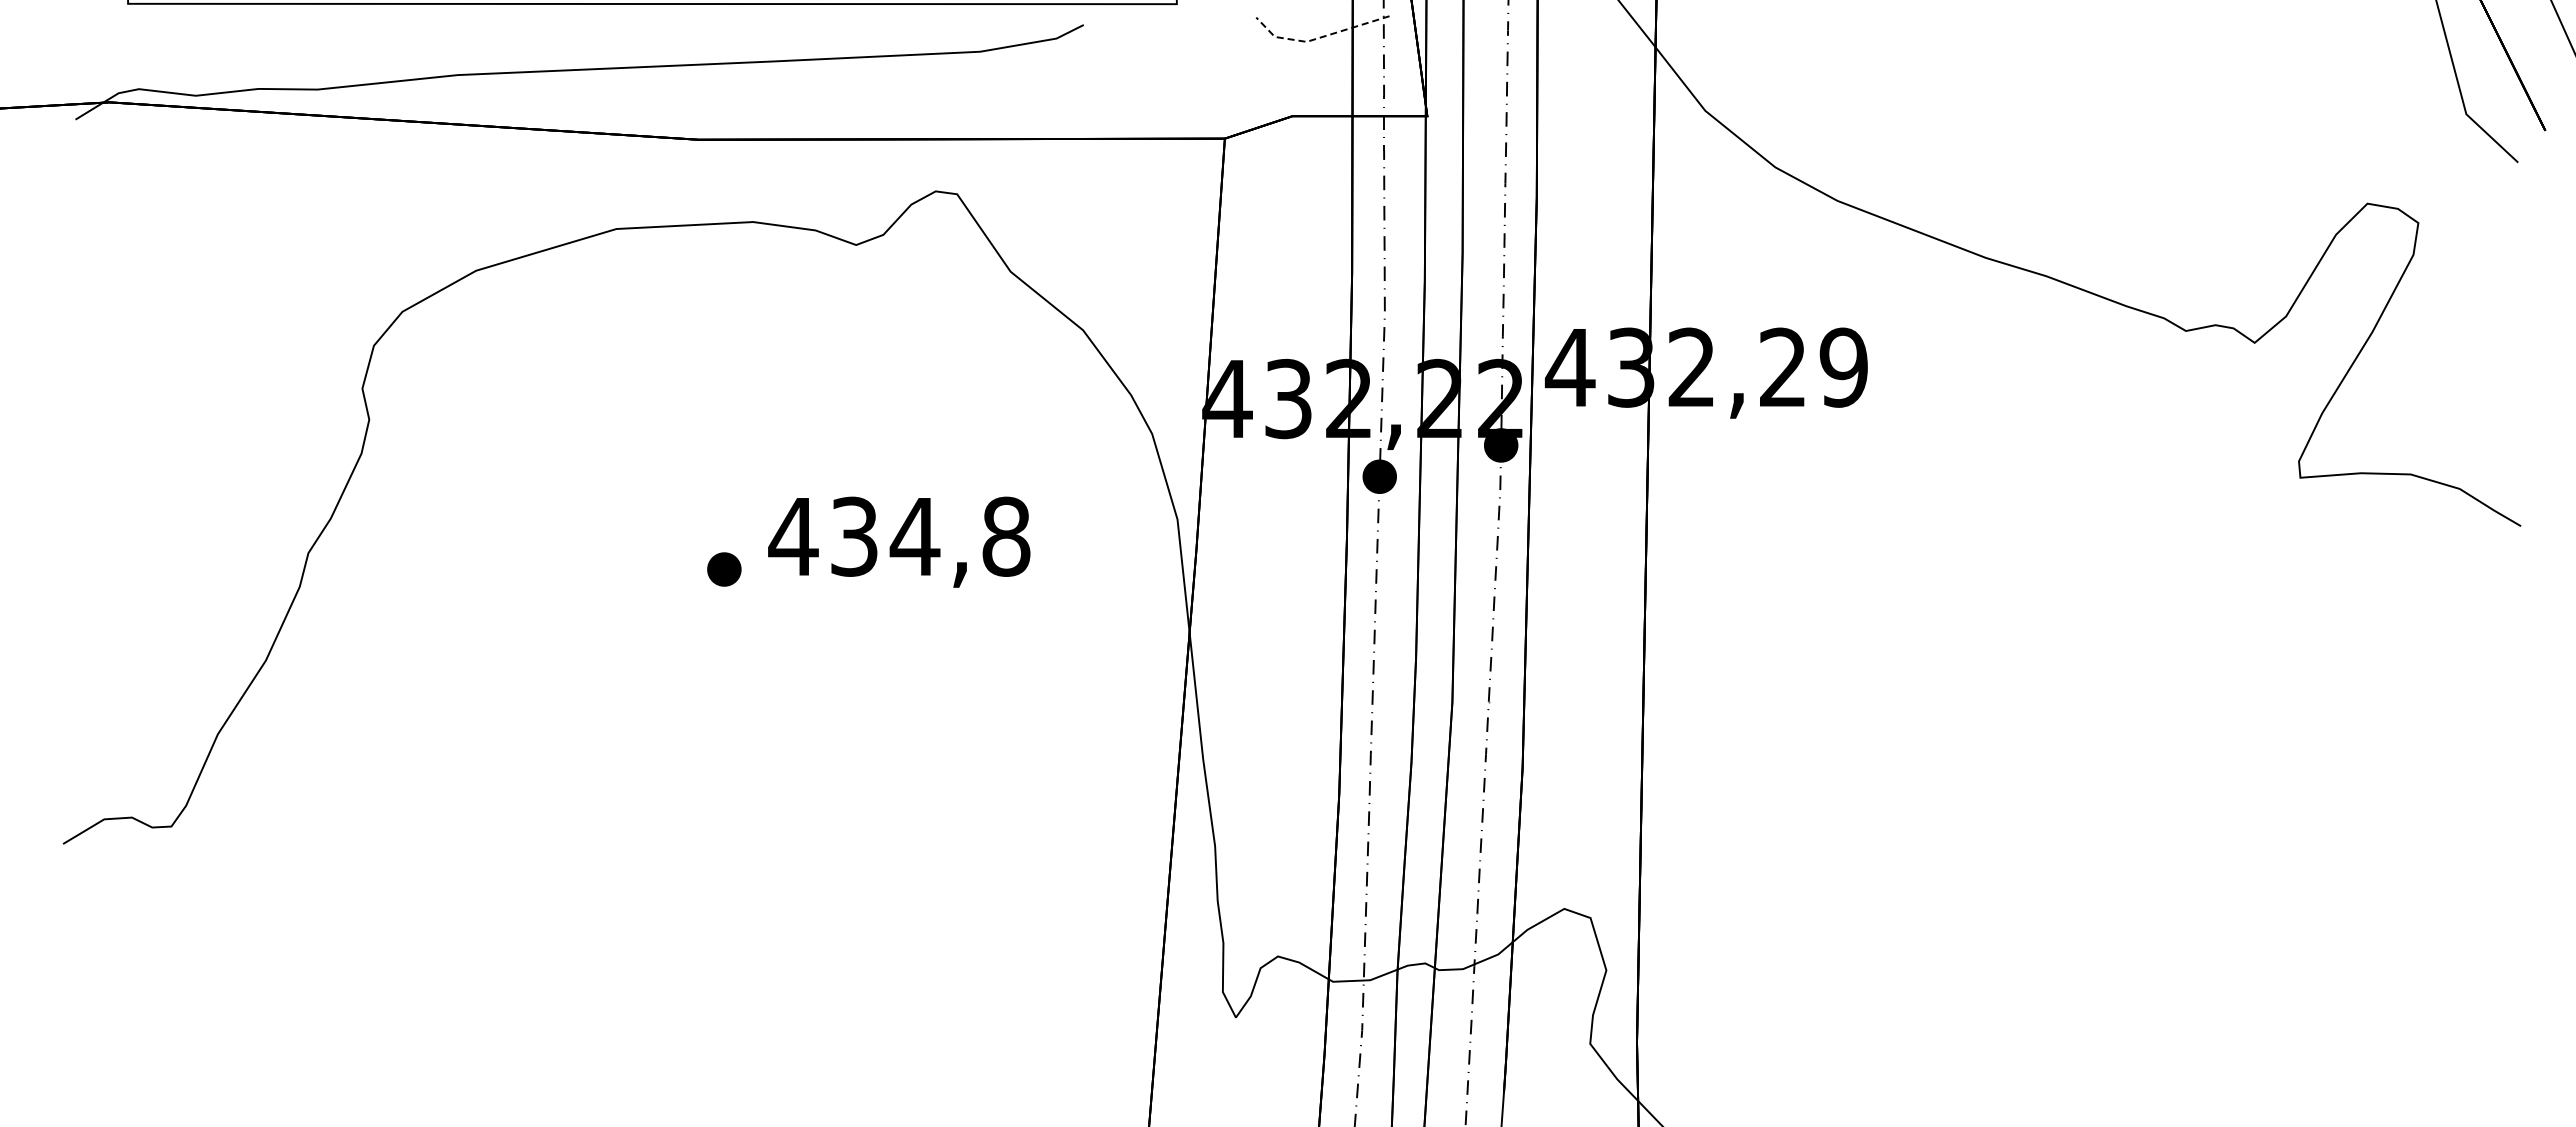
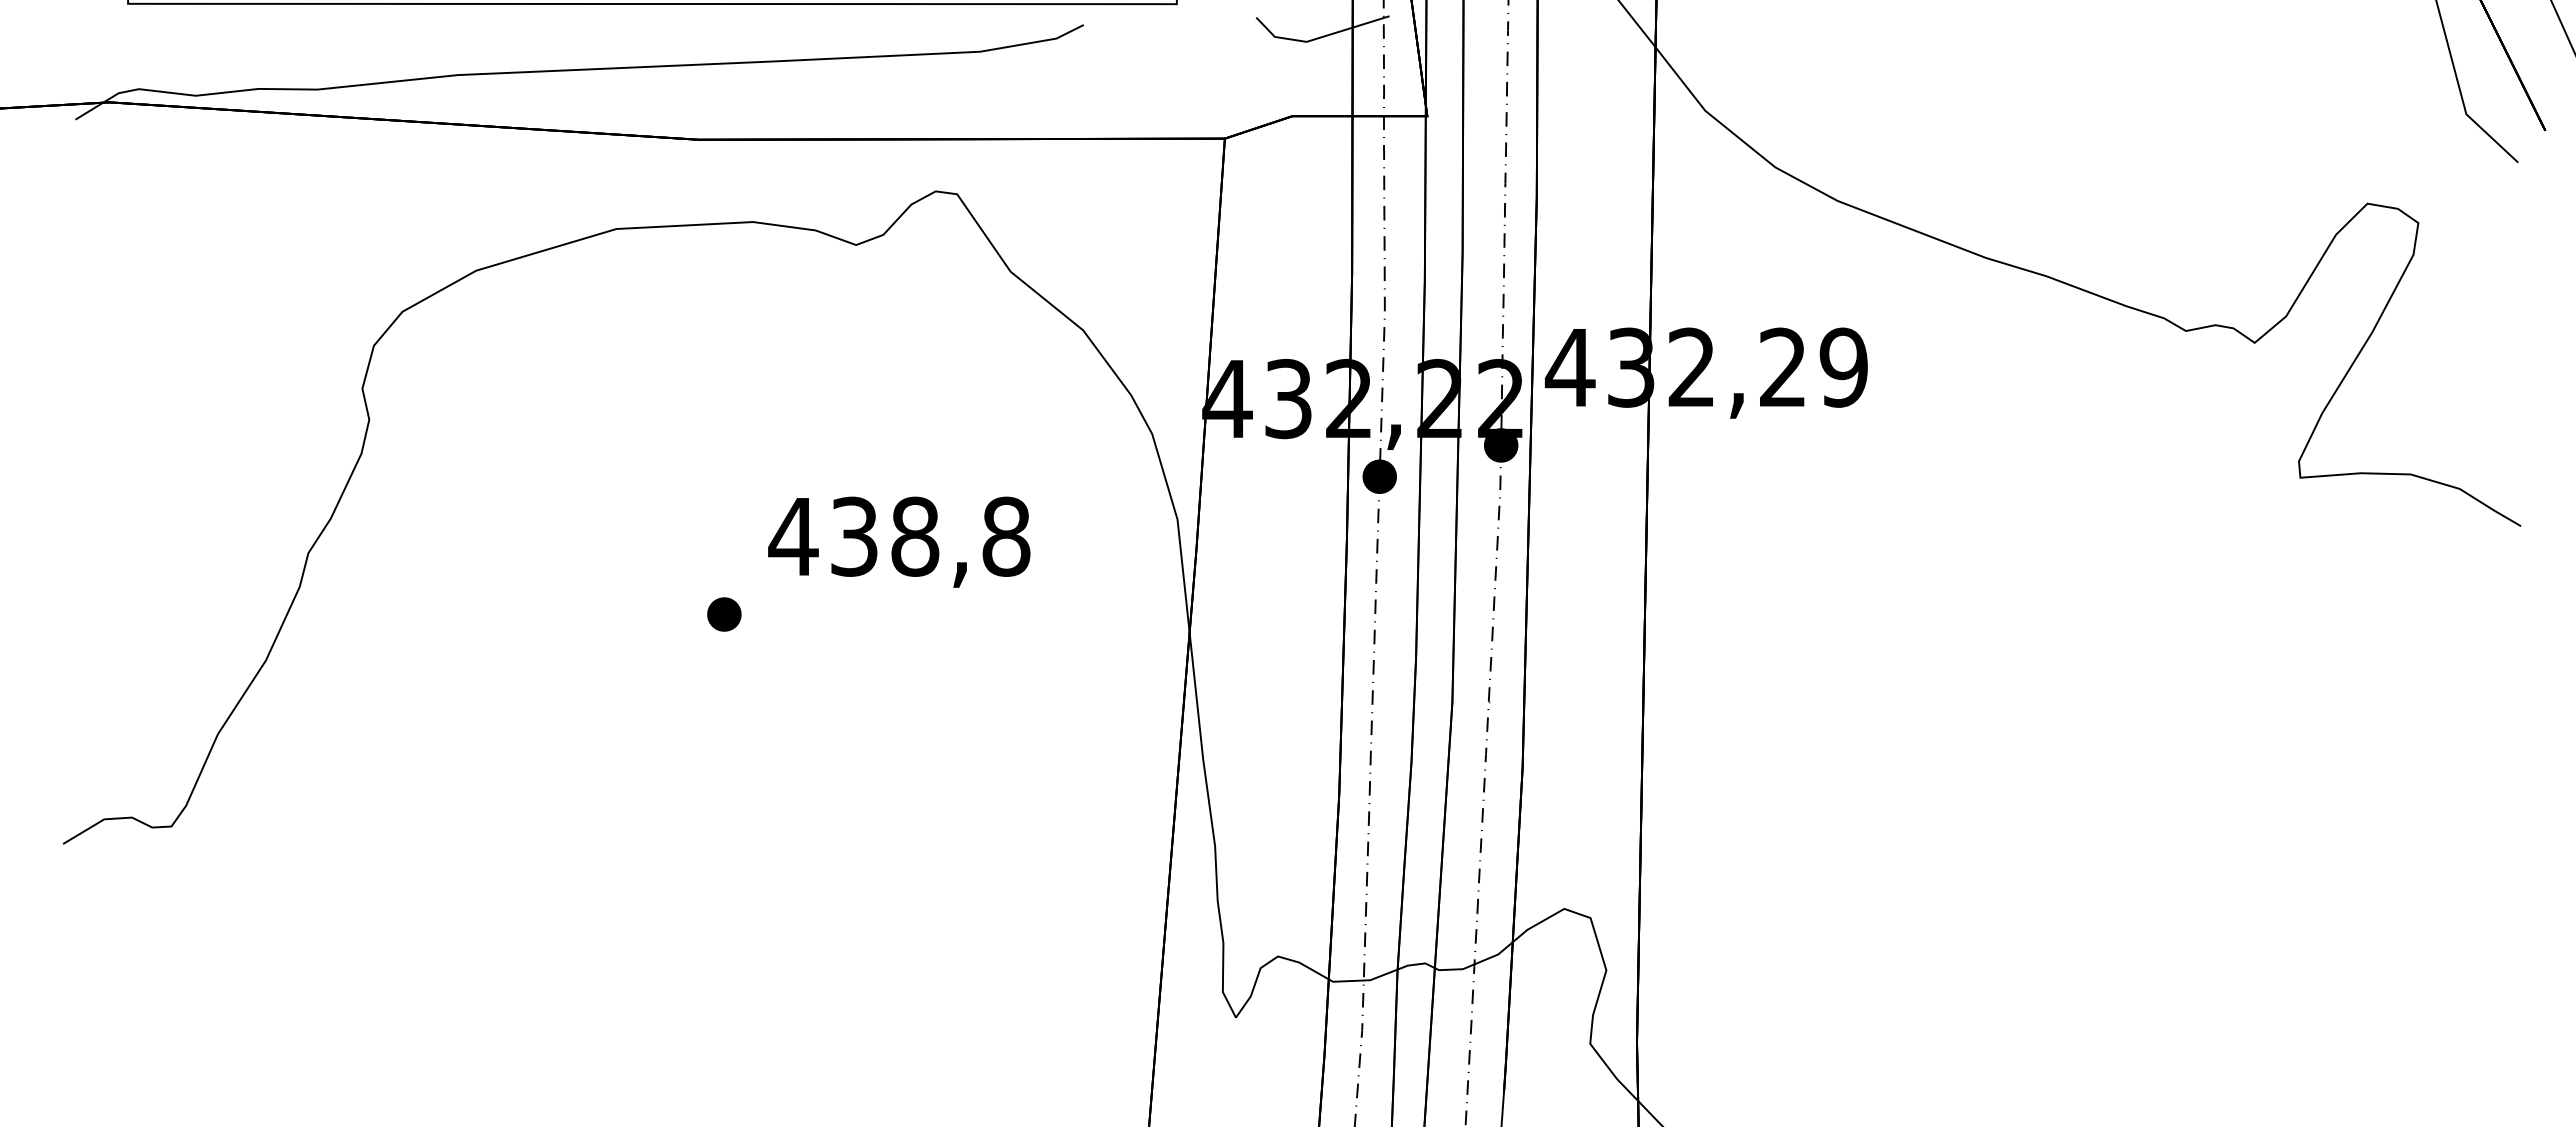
line at (1318, 38): dashed -> solid
text at (914, 536): 434,8 -> 438,8
part at (724, 569) position: (724, 569) -> (724, 614)
